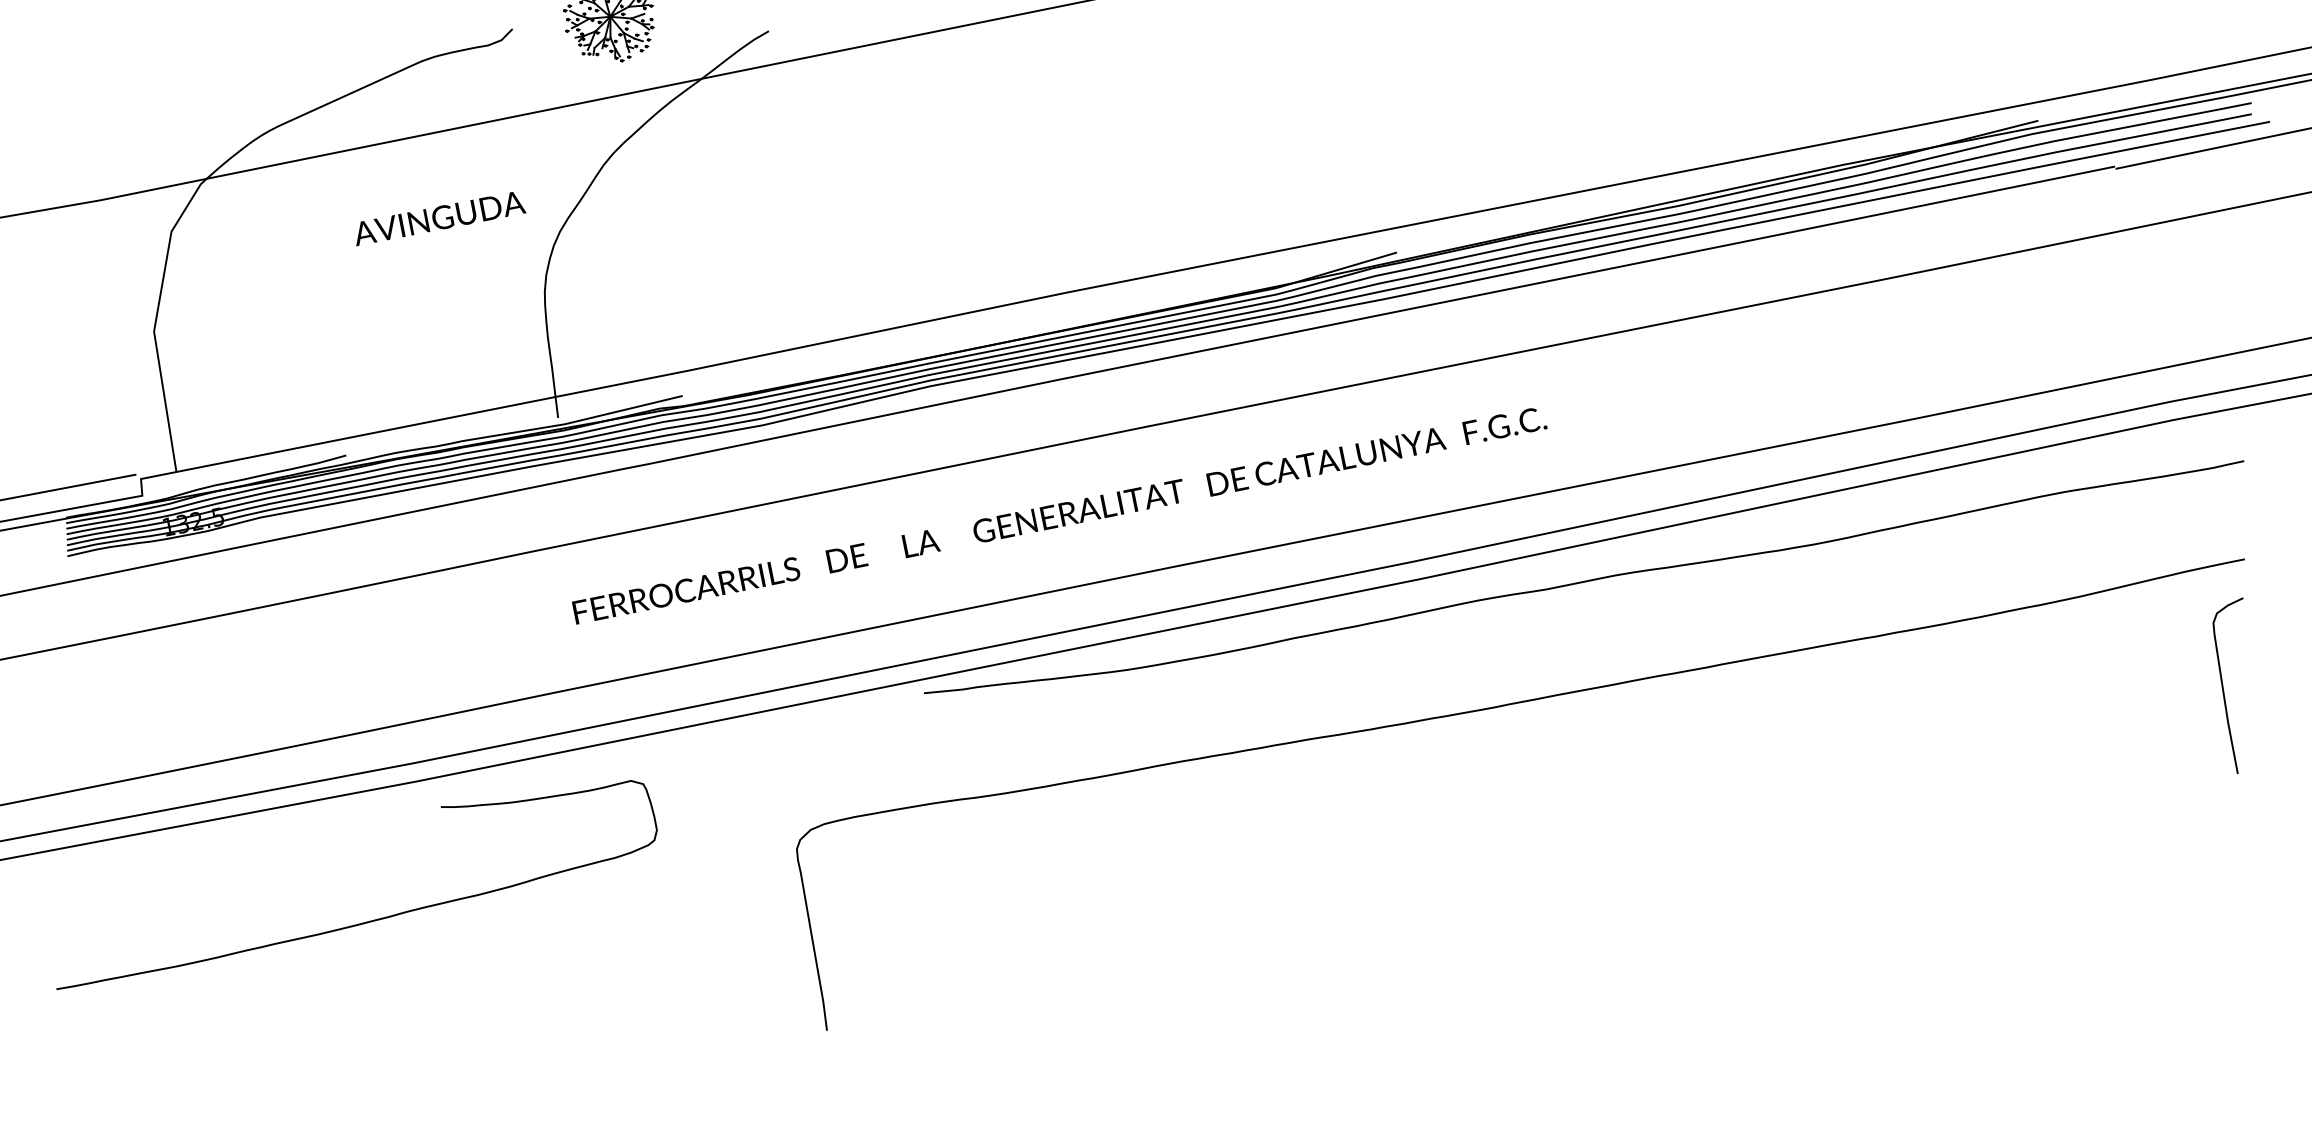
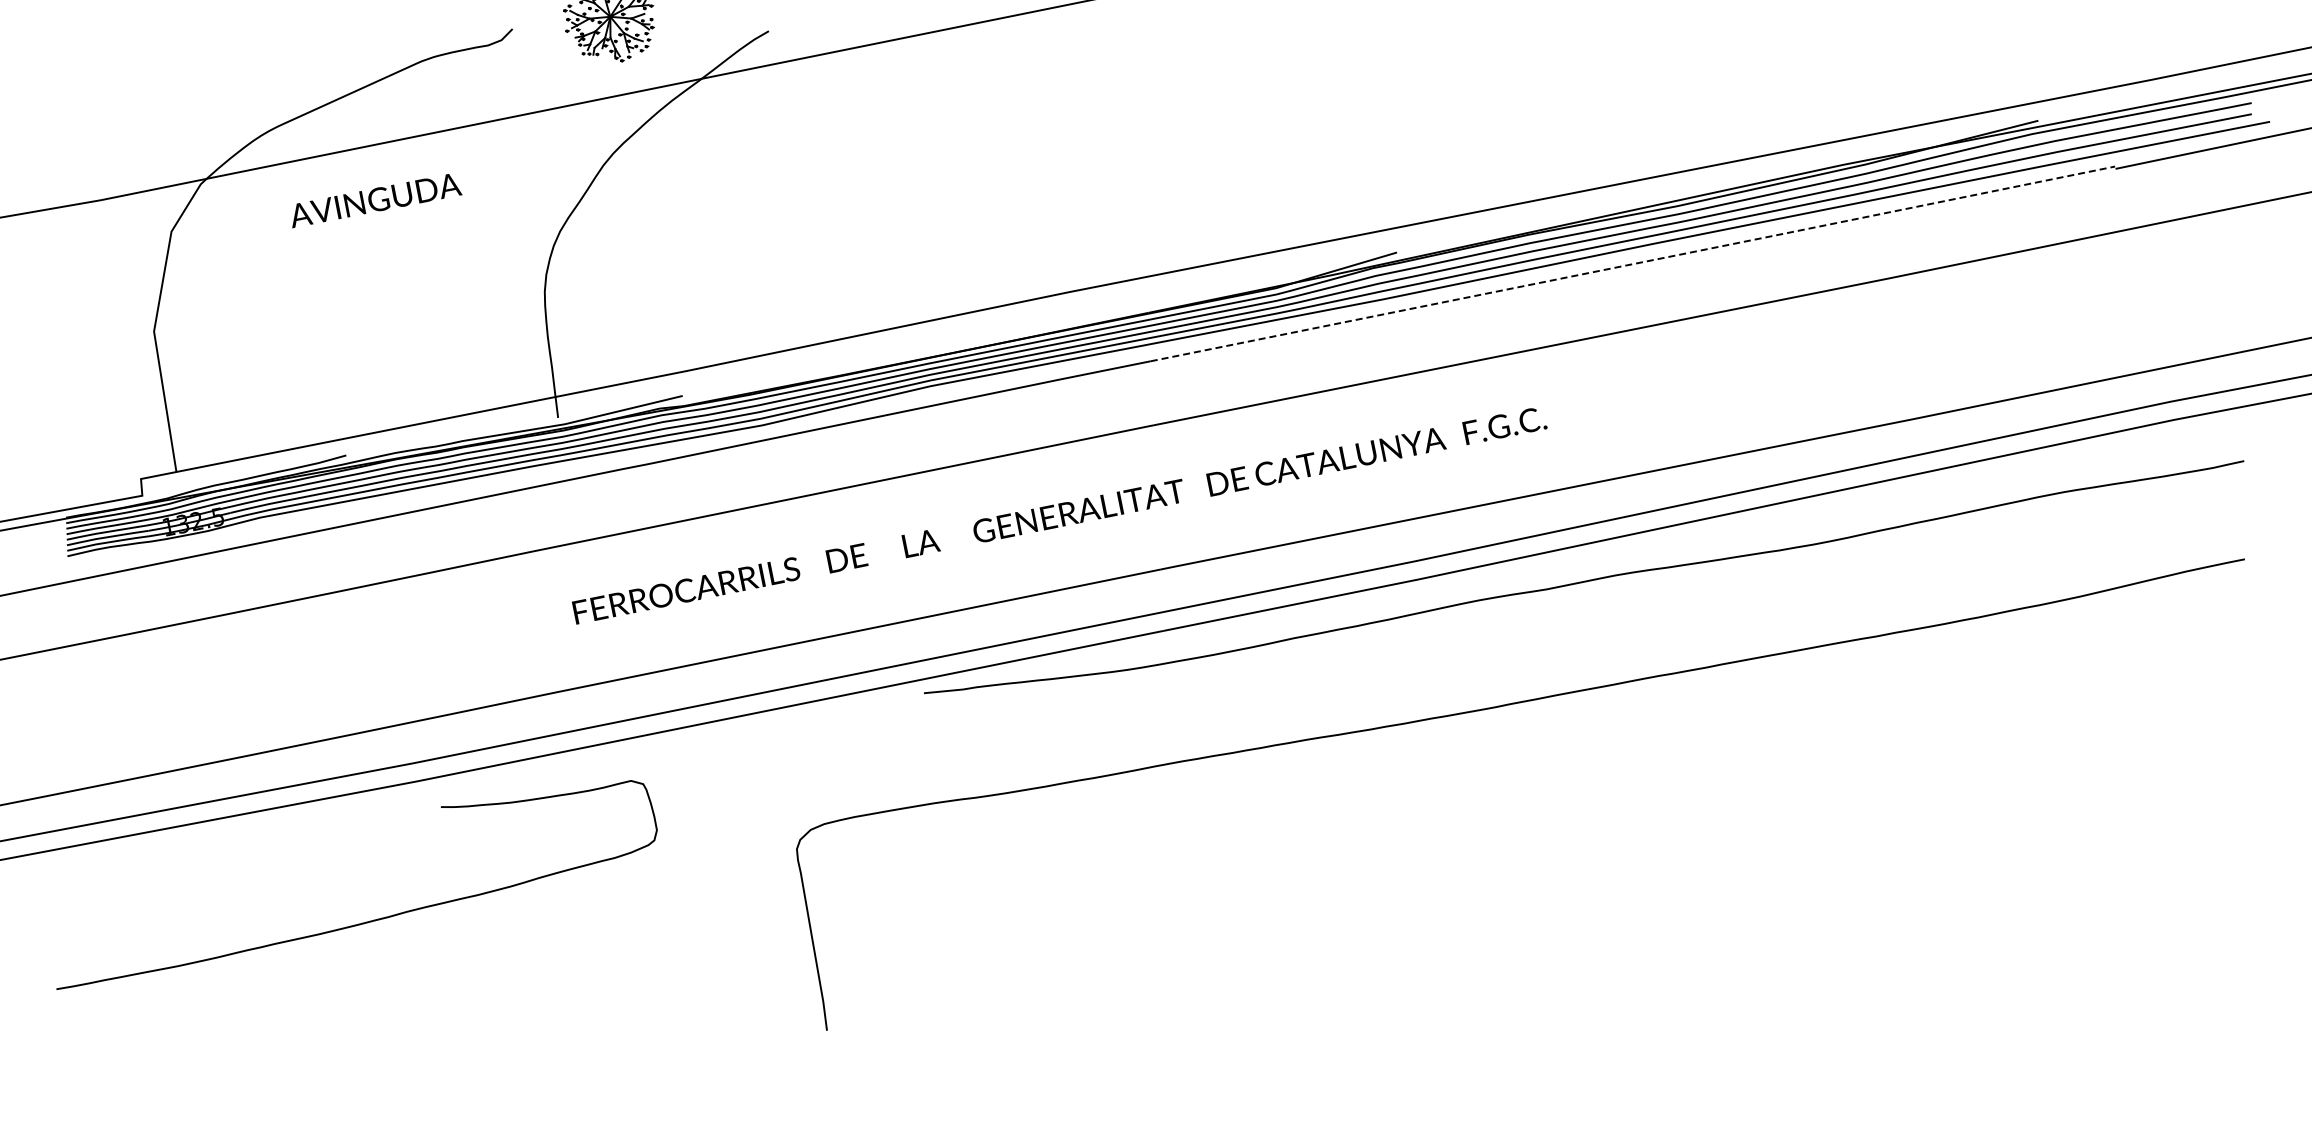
text at (441, 219) position: (441, 219) -> (377, 201)
line at (1634, 263): solid -> dashed
line at (68, 486): present -> none
curve at (2223, 685): present -> none
